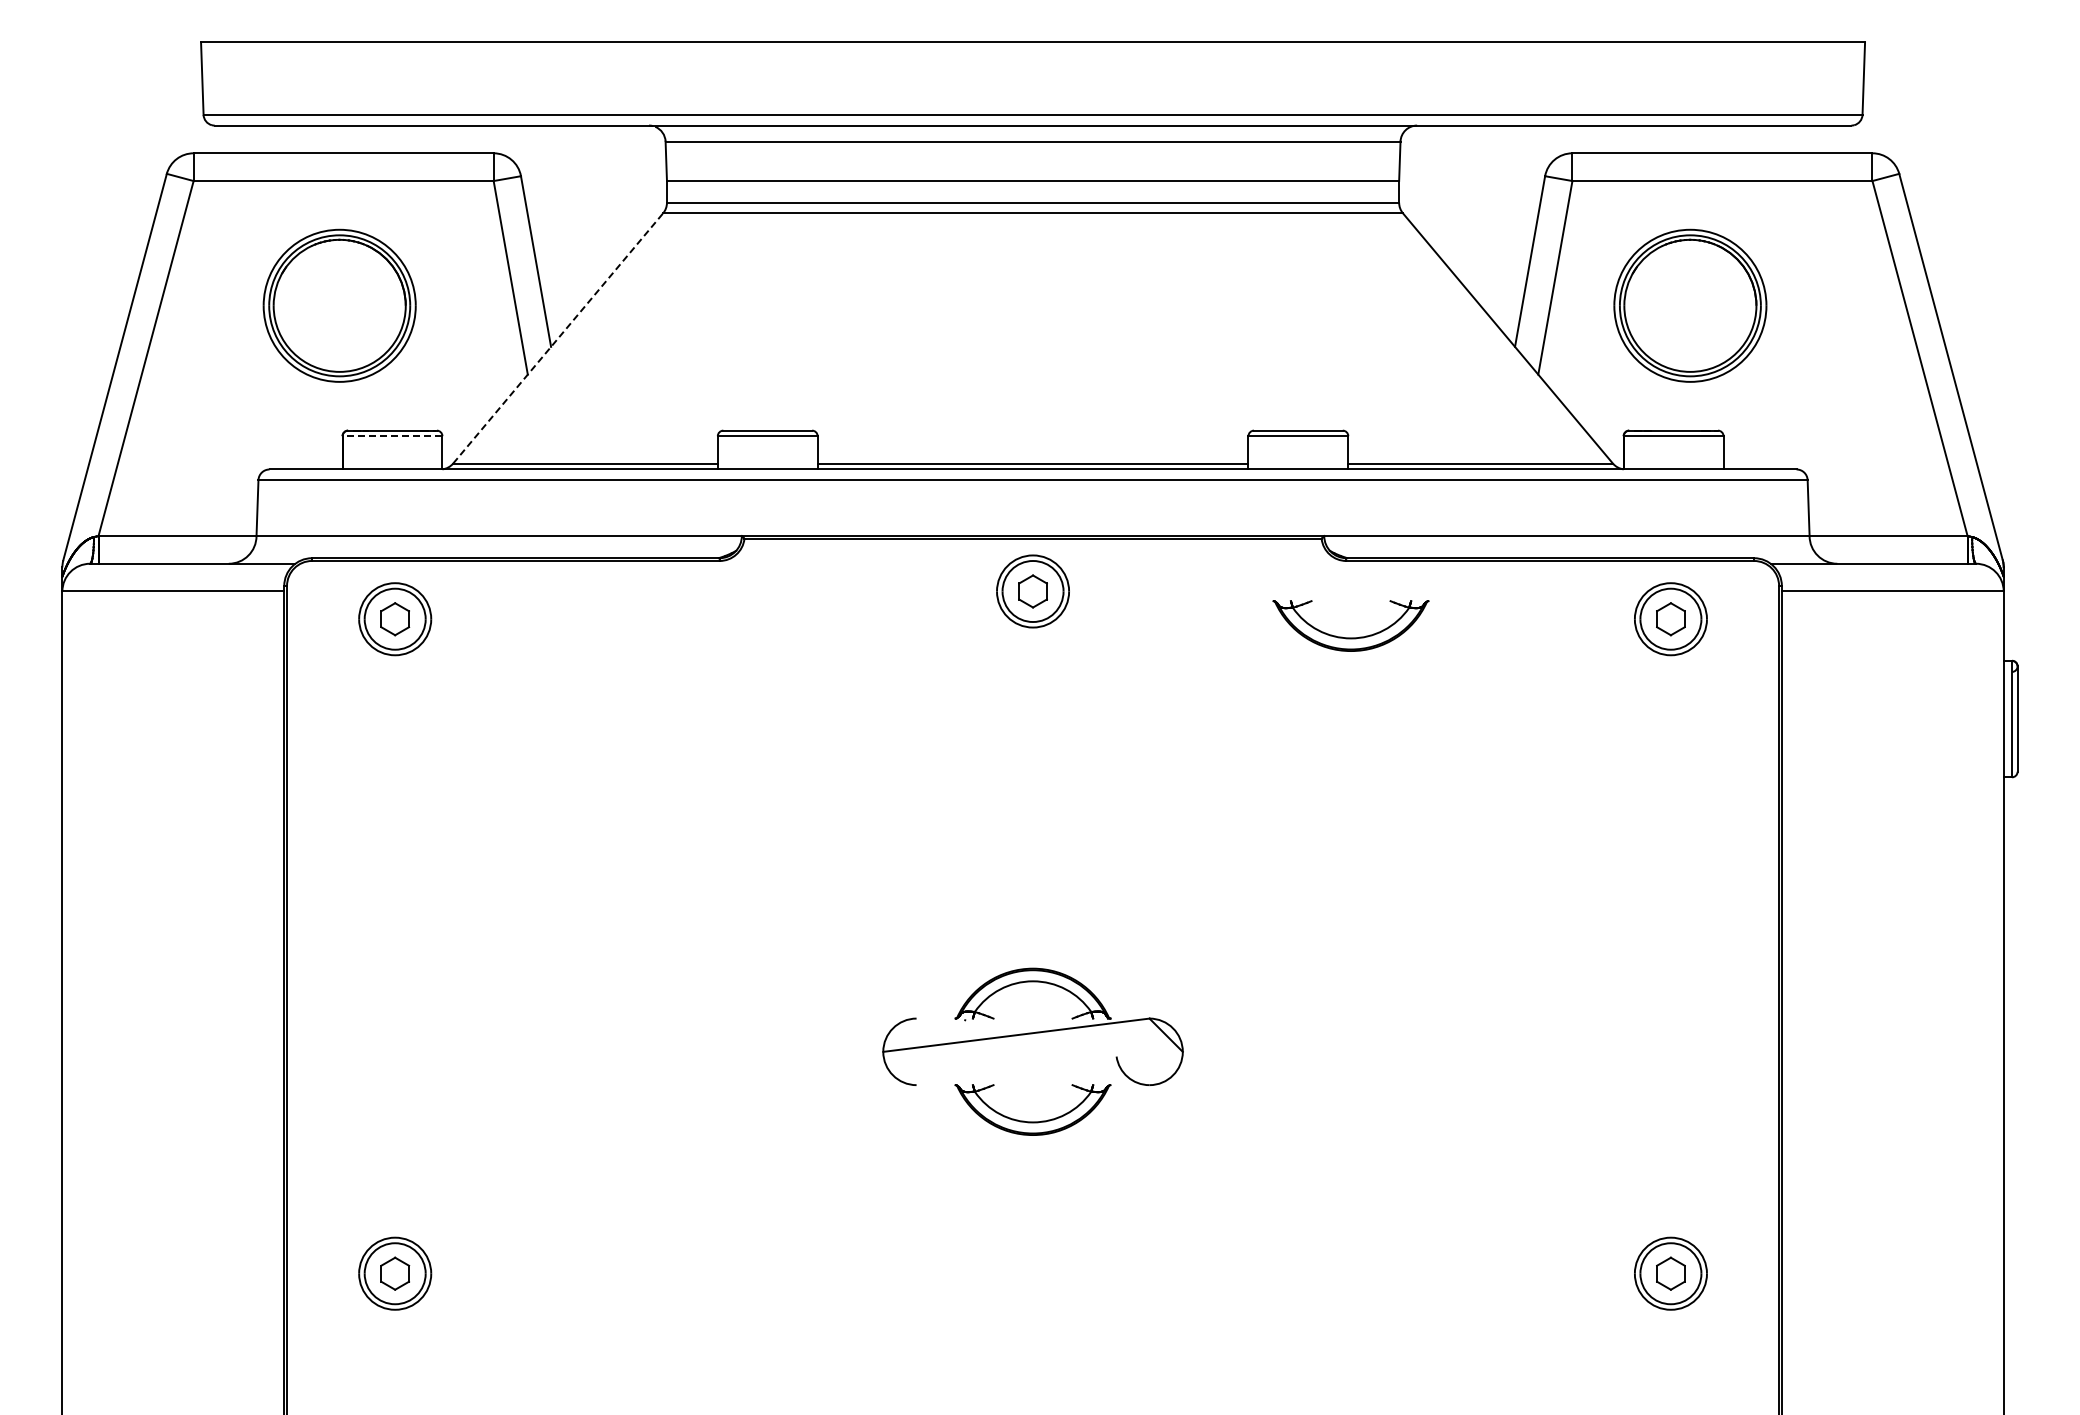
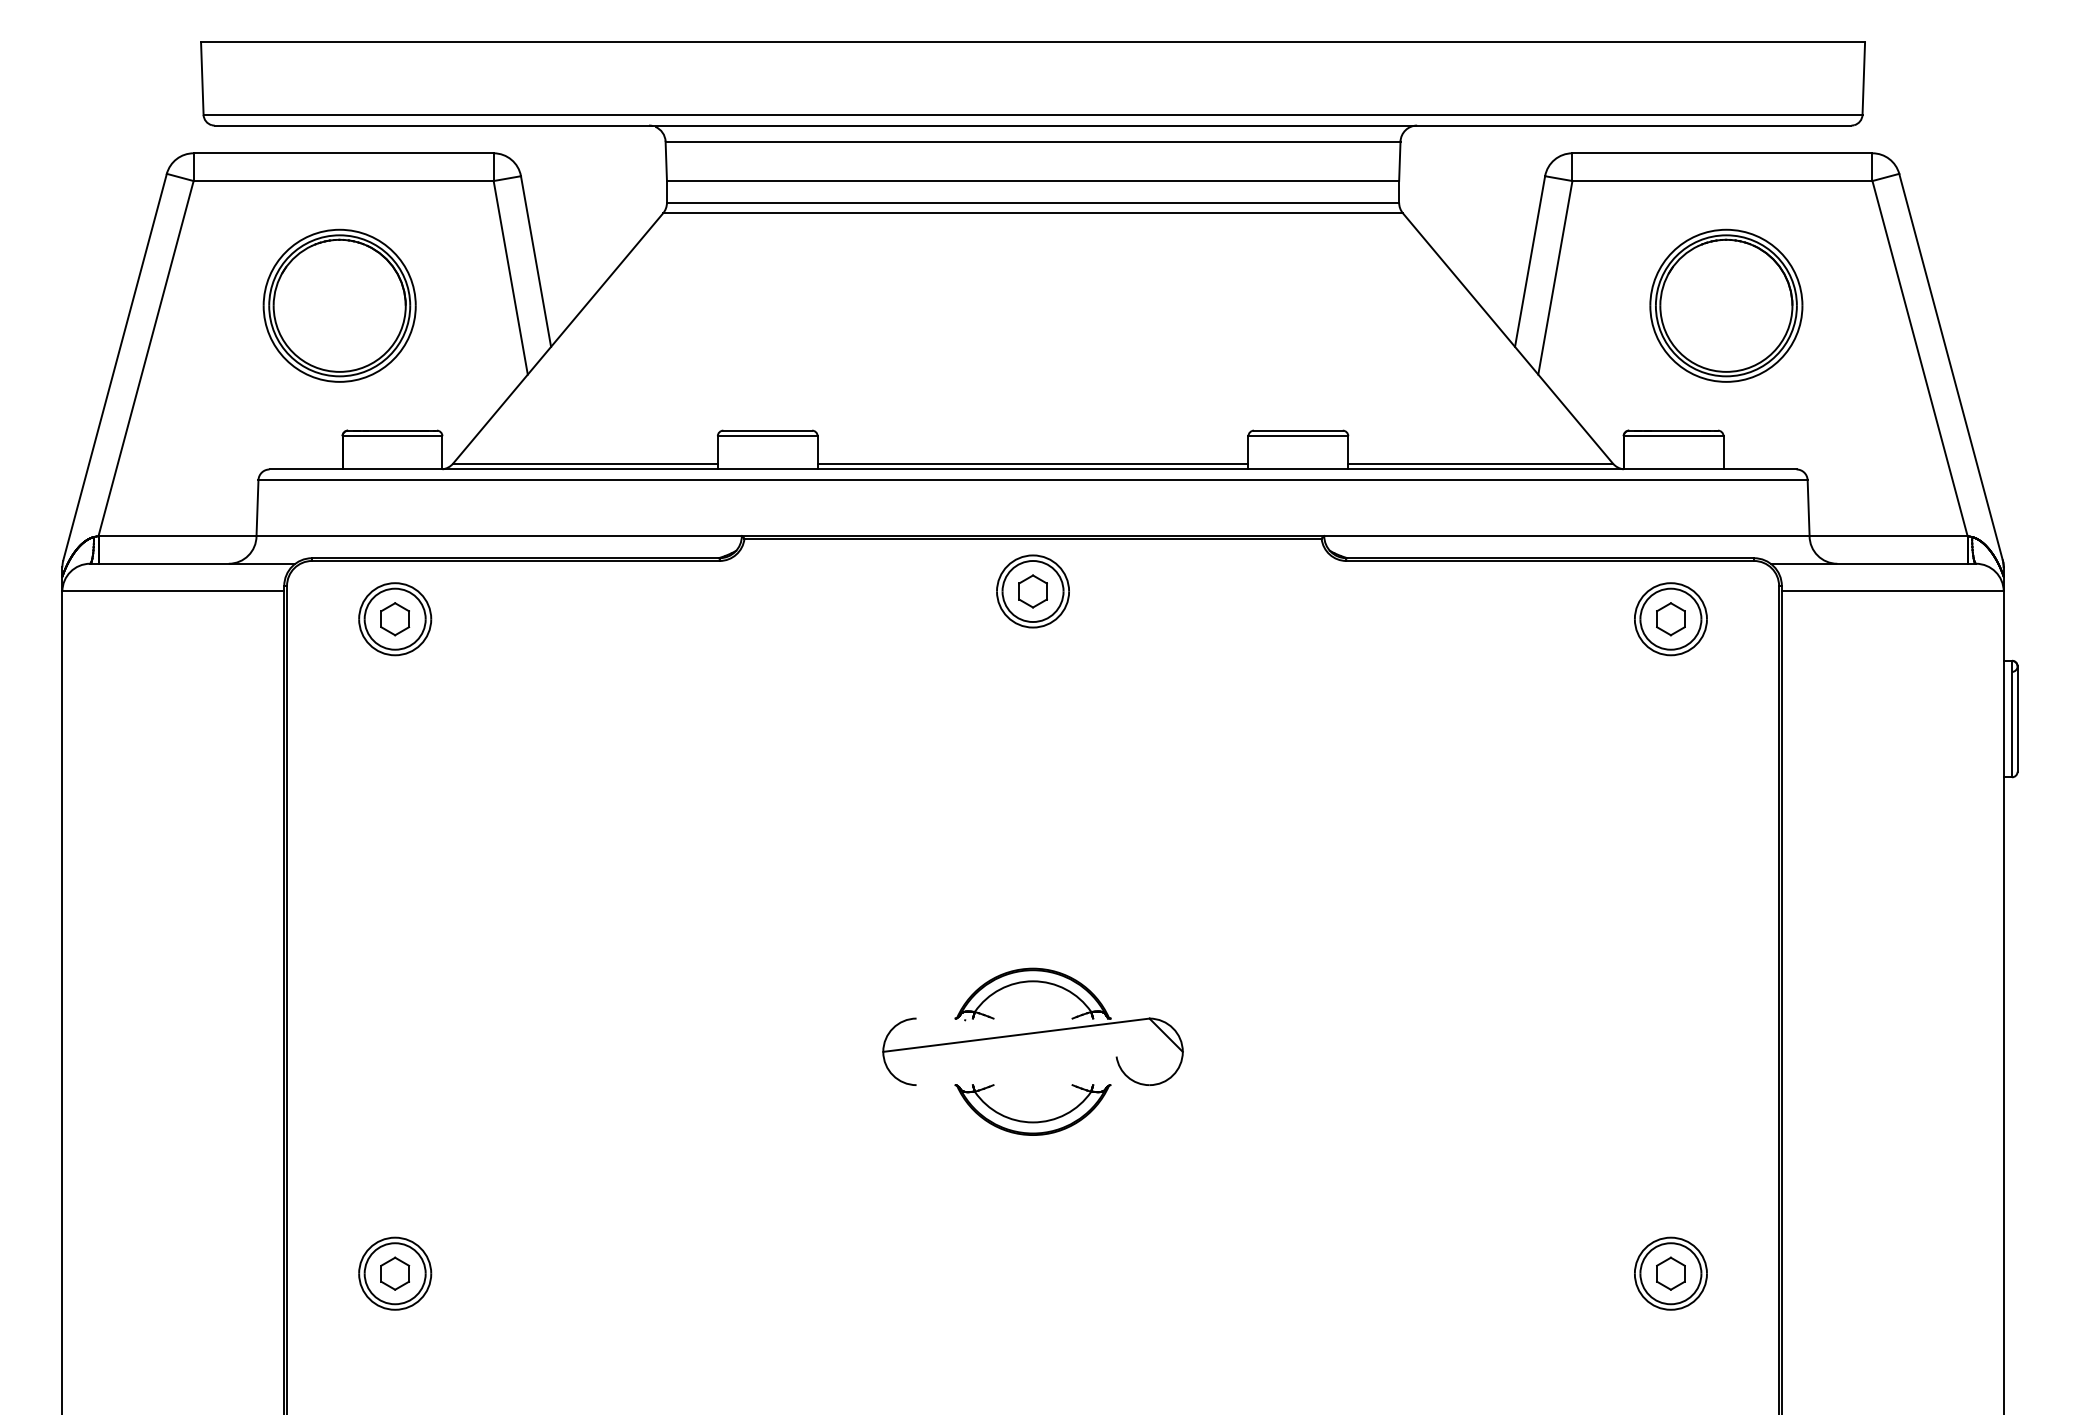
part at (1690, 305) position: (1690, 305) -> (1726, 305)
line at (558, 338): dashed -> solid
line at (392, 436): dashed -> solid
part at (1350, 637): present -> none
